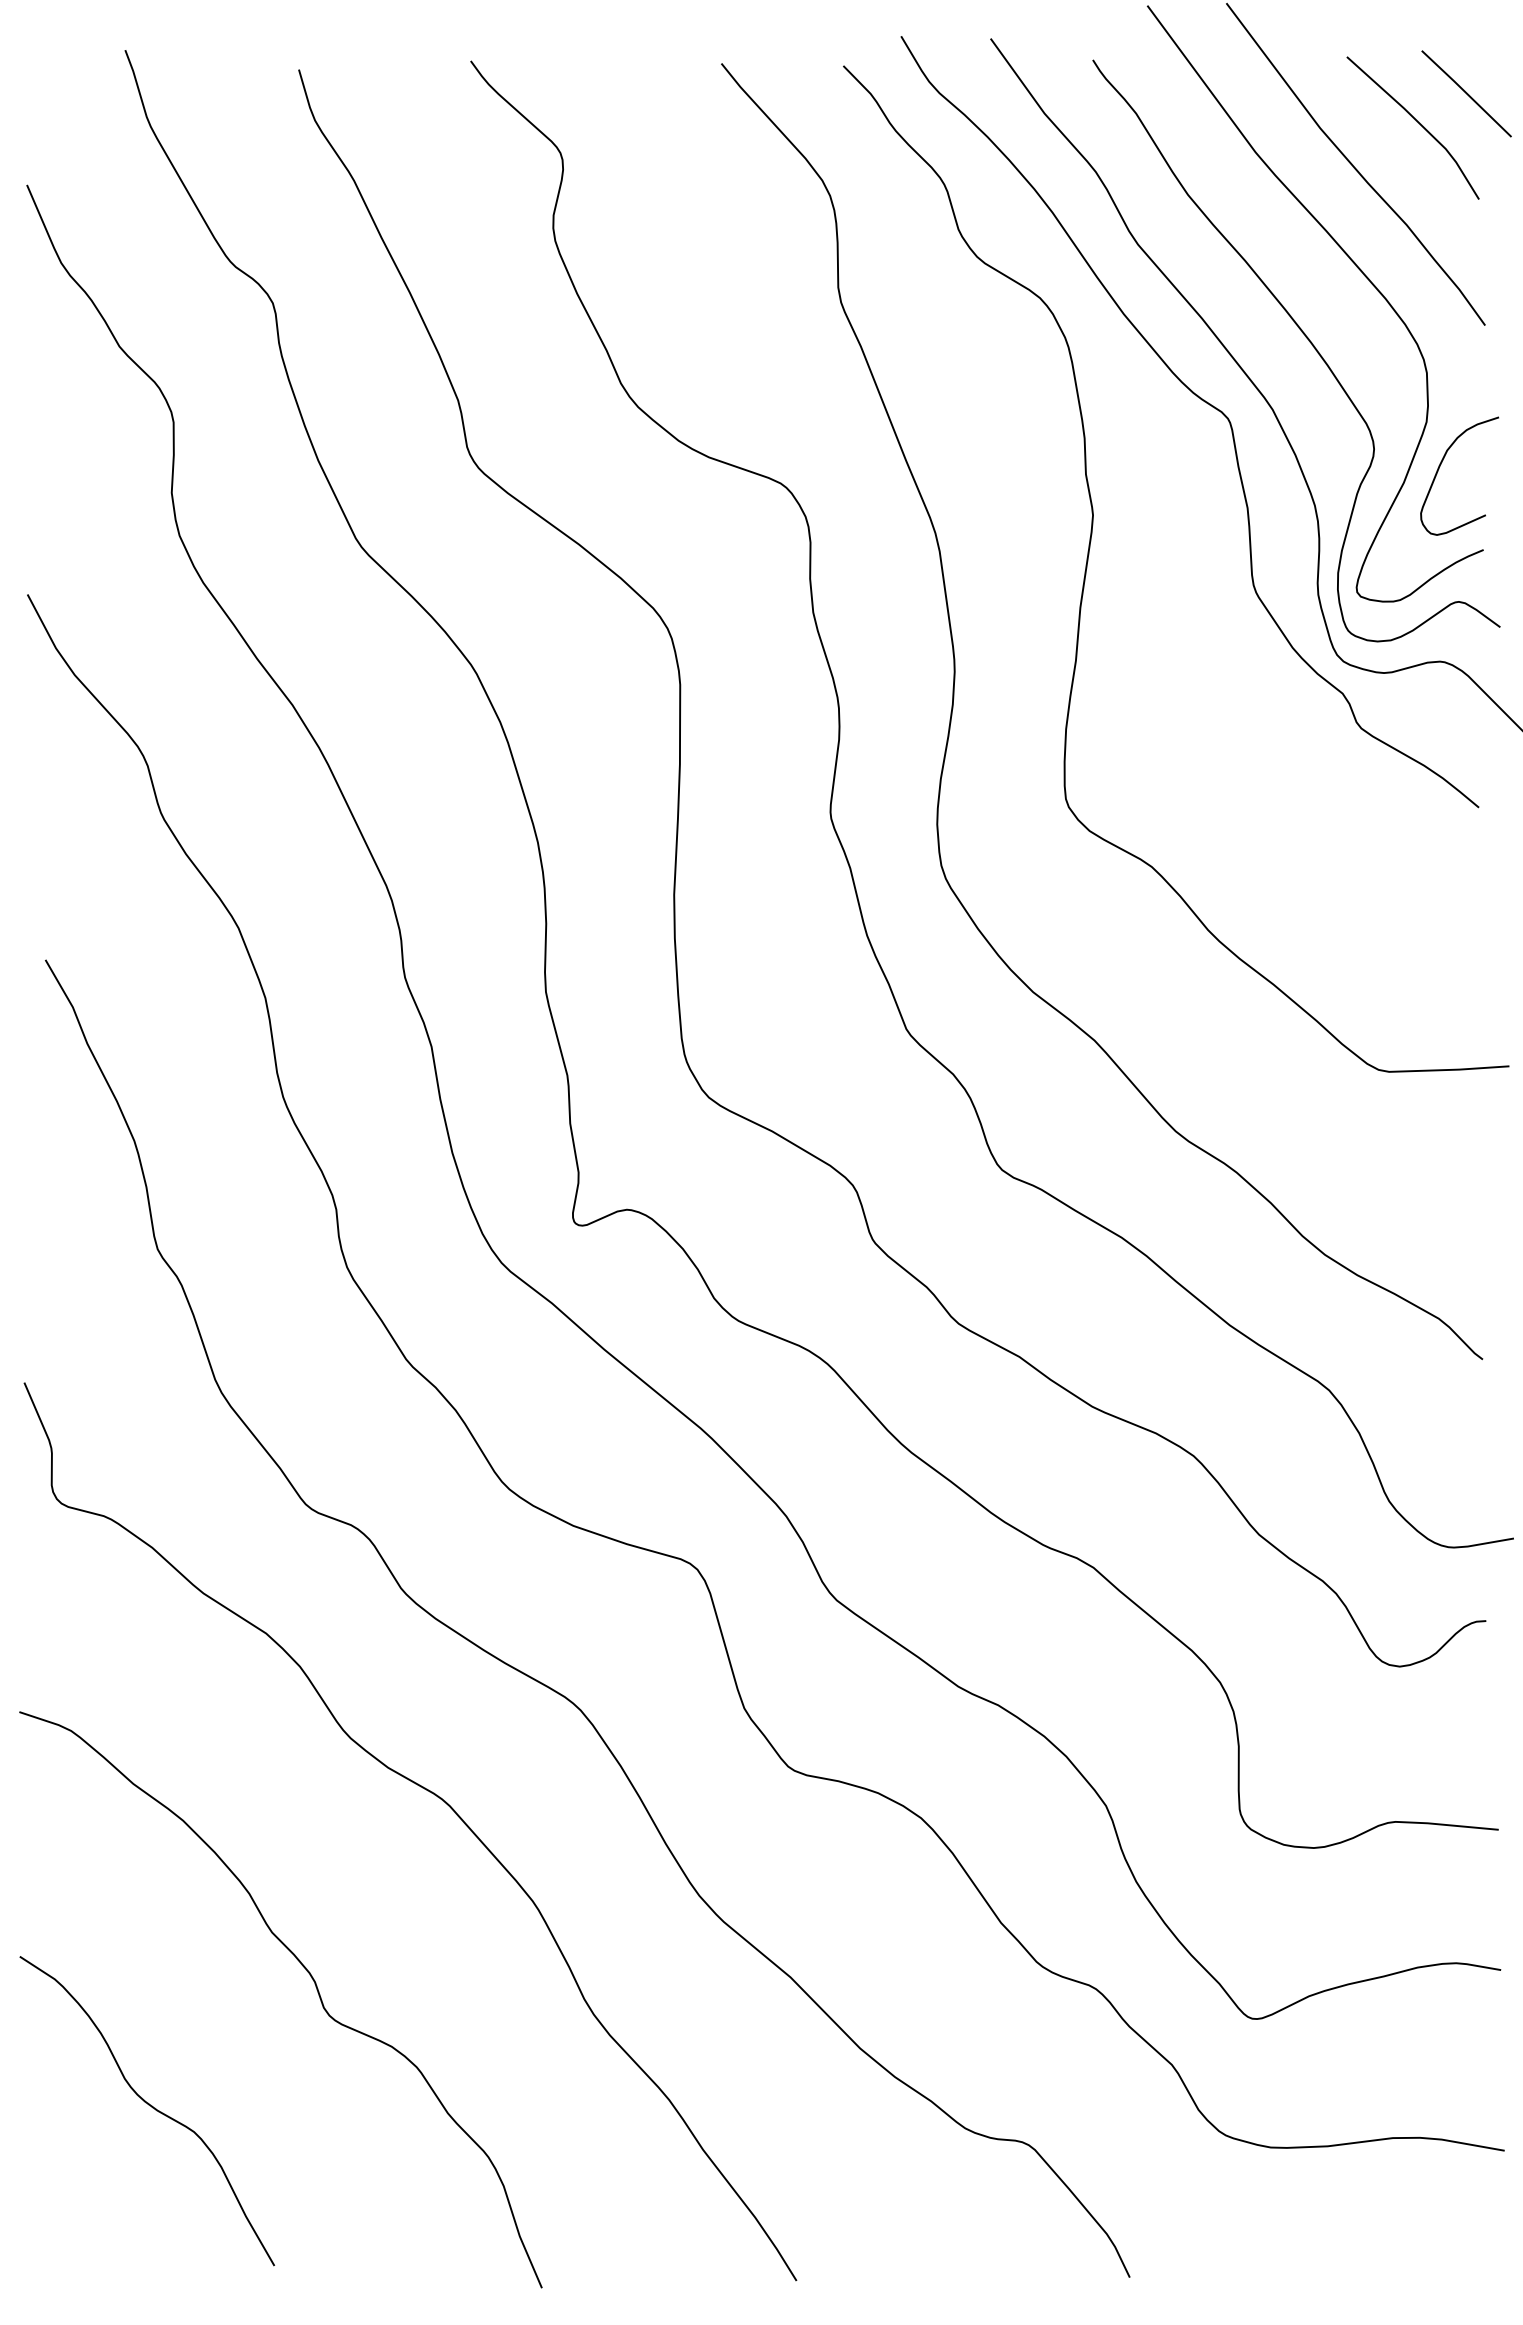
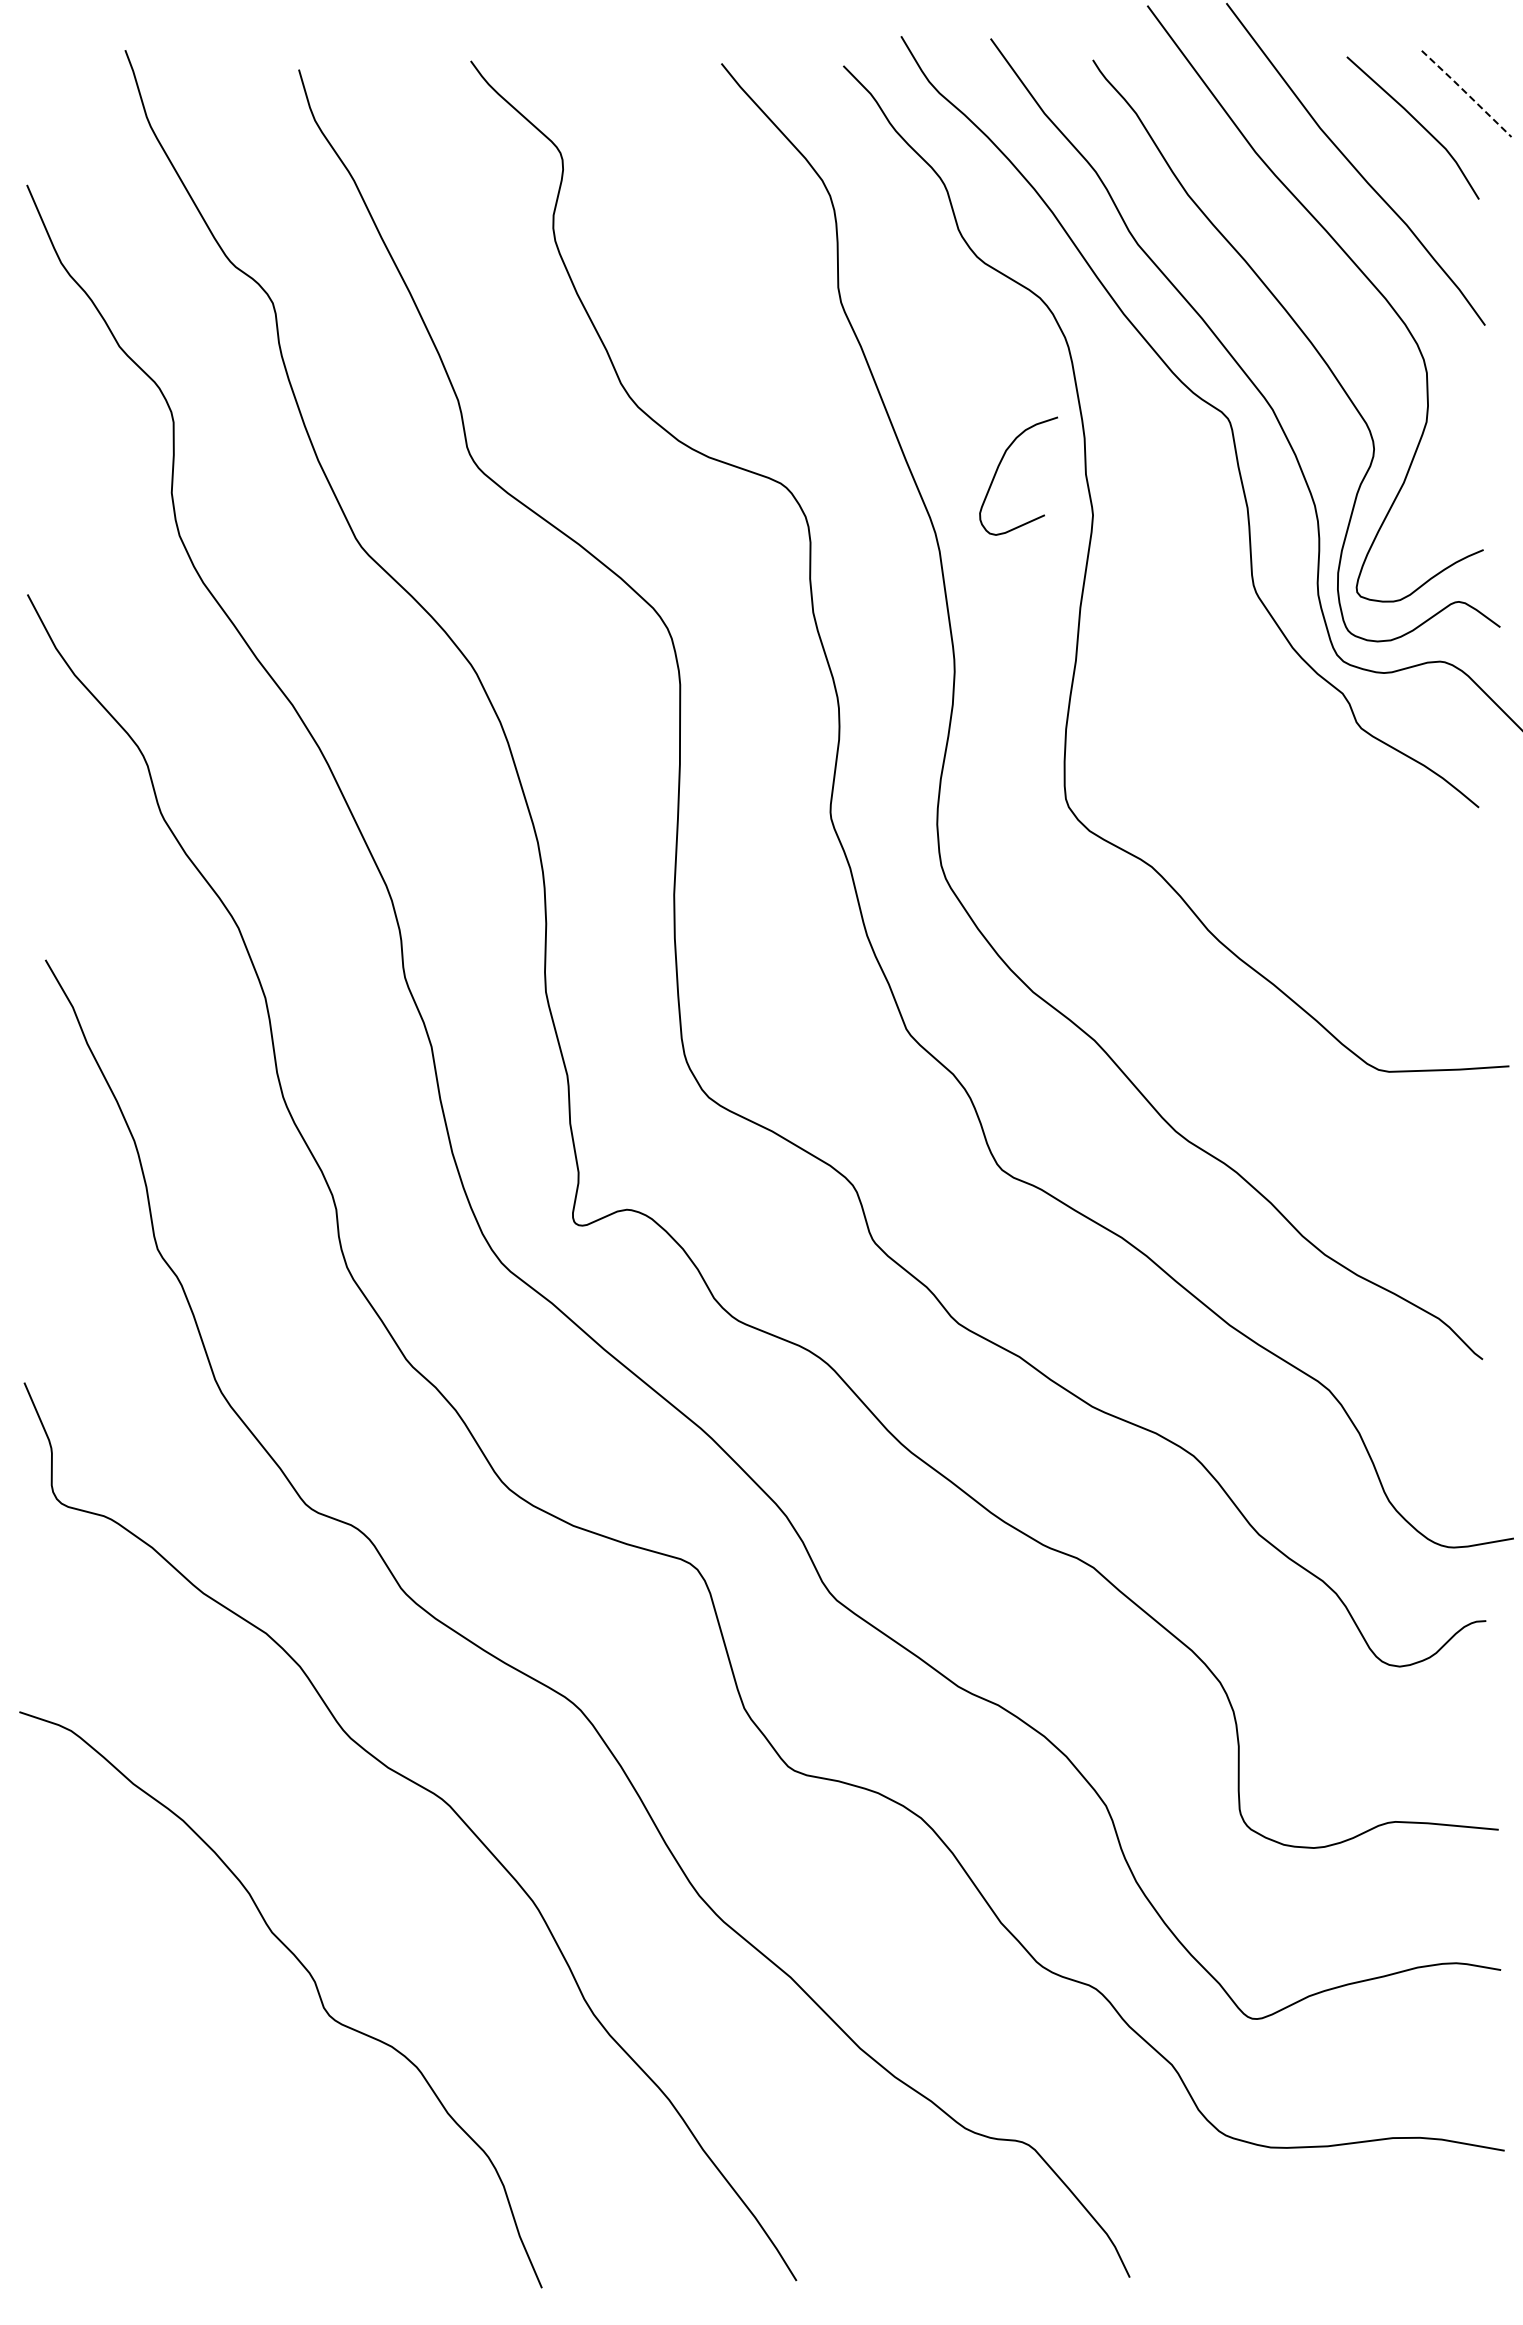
line at (1466, 93): solid -> dashed
curve at (1439, 469) position: (1439, 469) -> (998, 469)
curve at (151, 2107): present -> none
